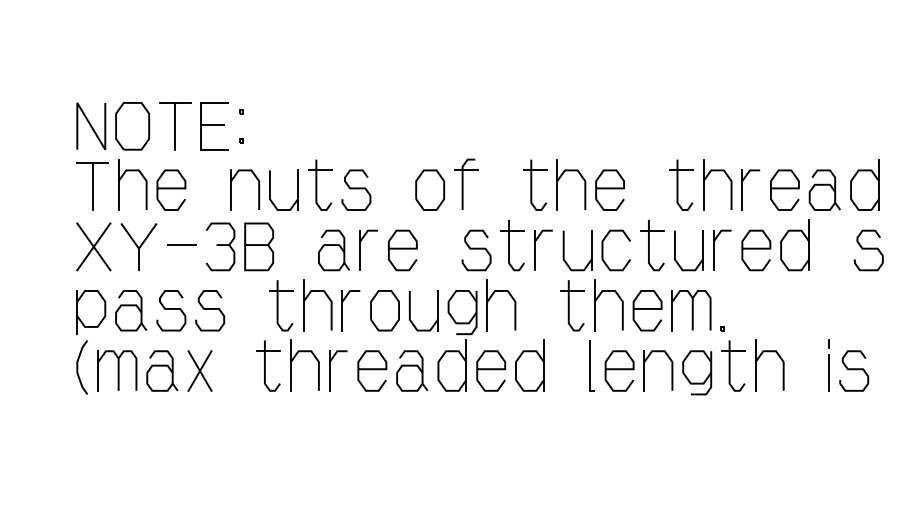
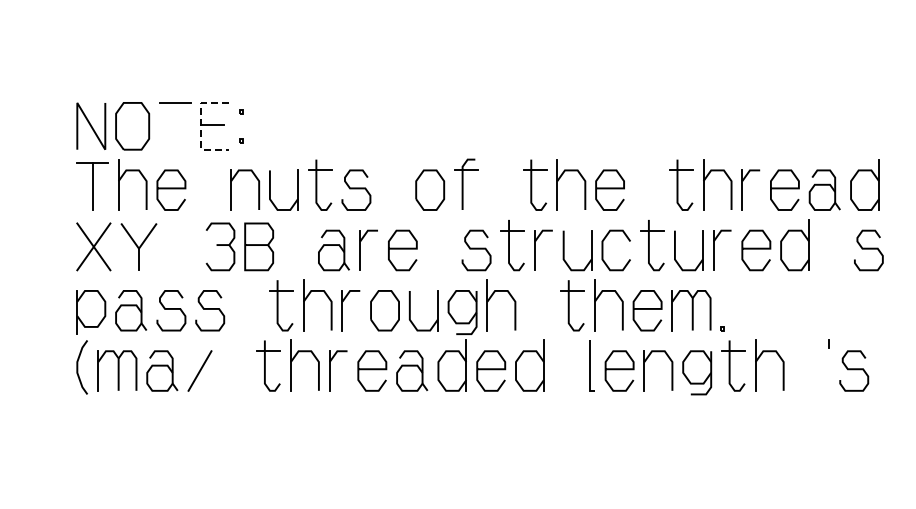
line at (175, 125): present -> none
line at (201, 126): solid -> dashed
line at (181, 245): present -> none
line at (199, 370): present -> none
line at (829, 372): present -> none
